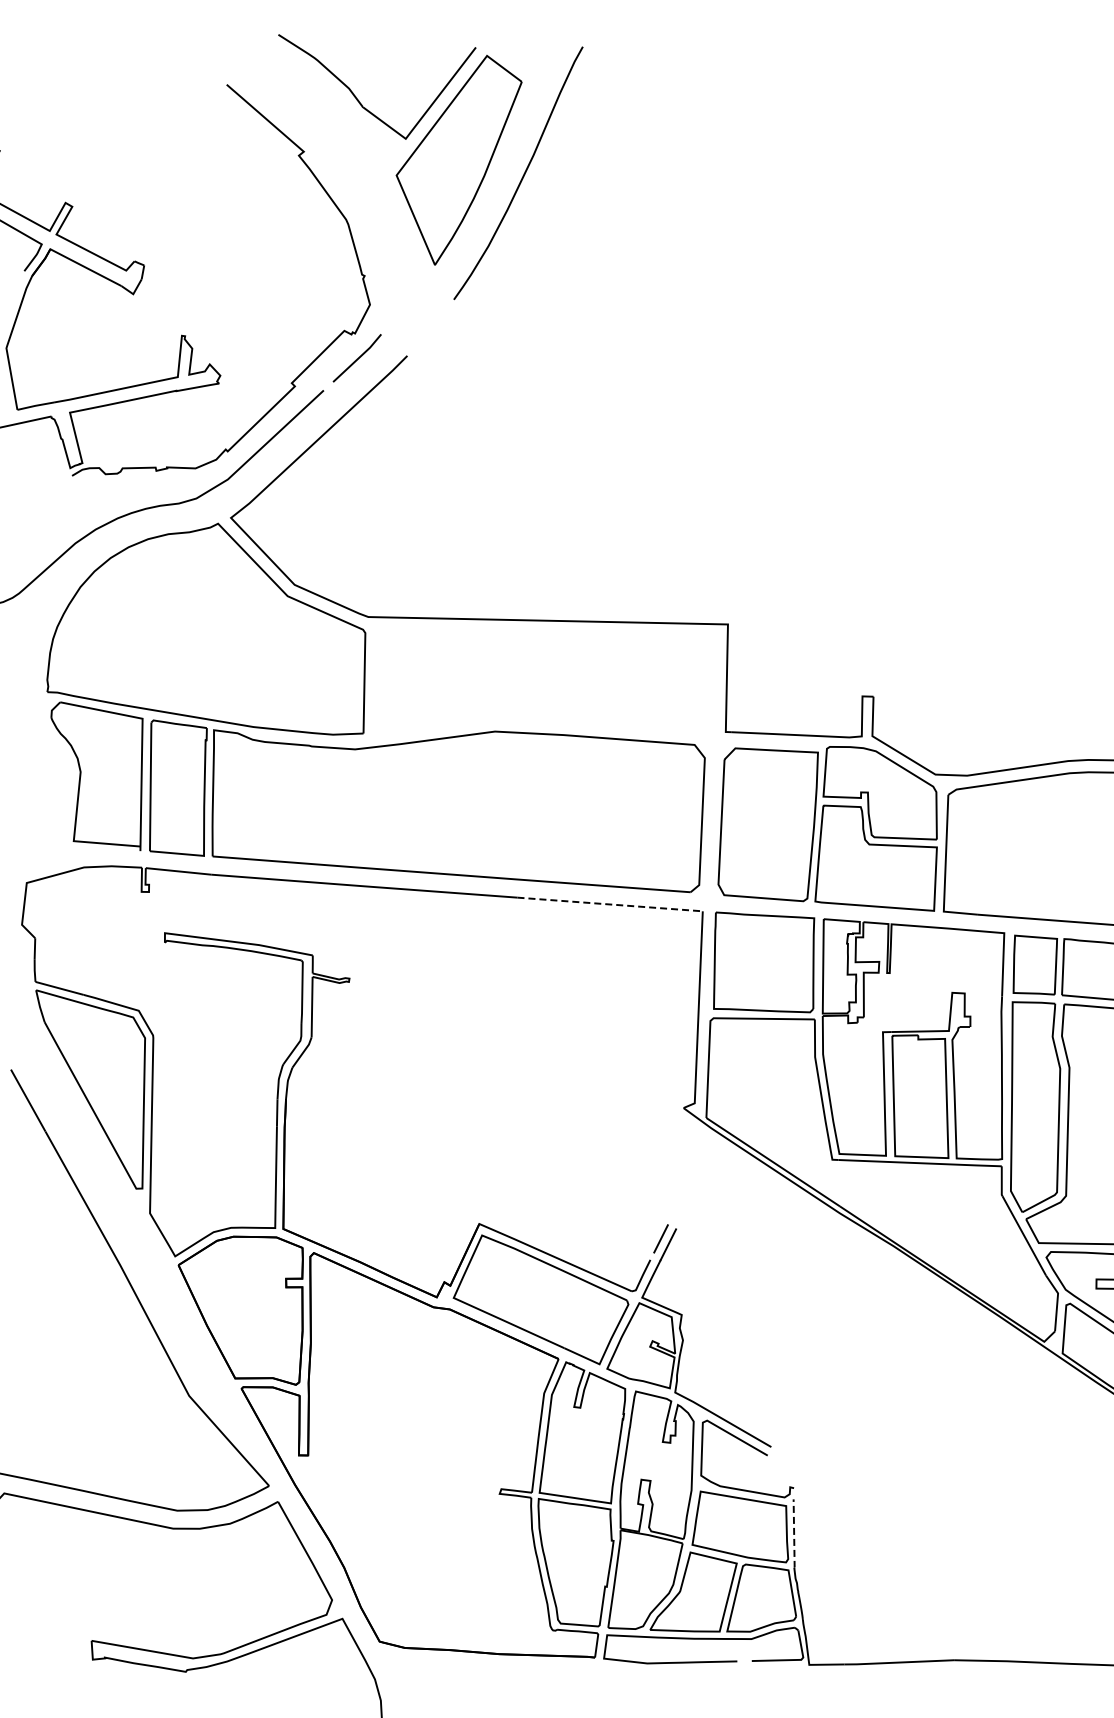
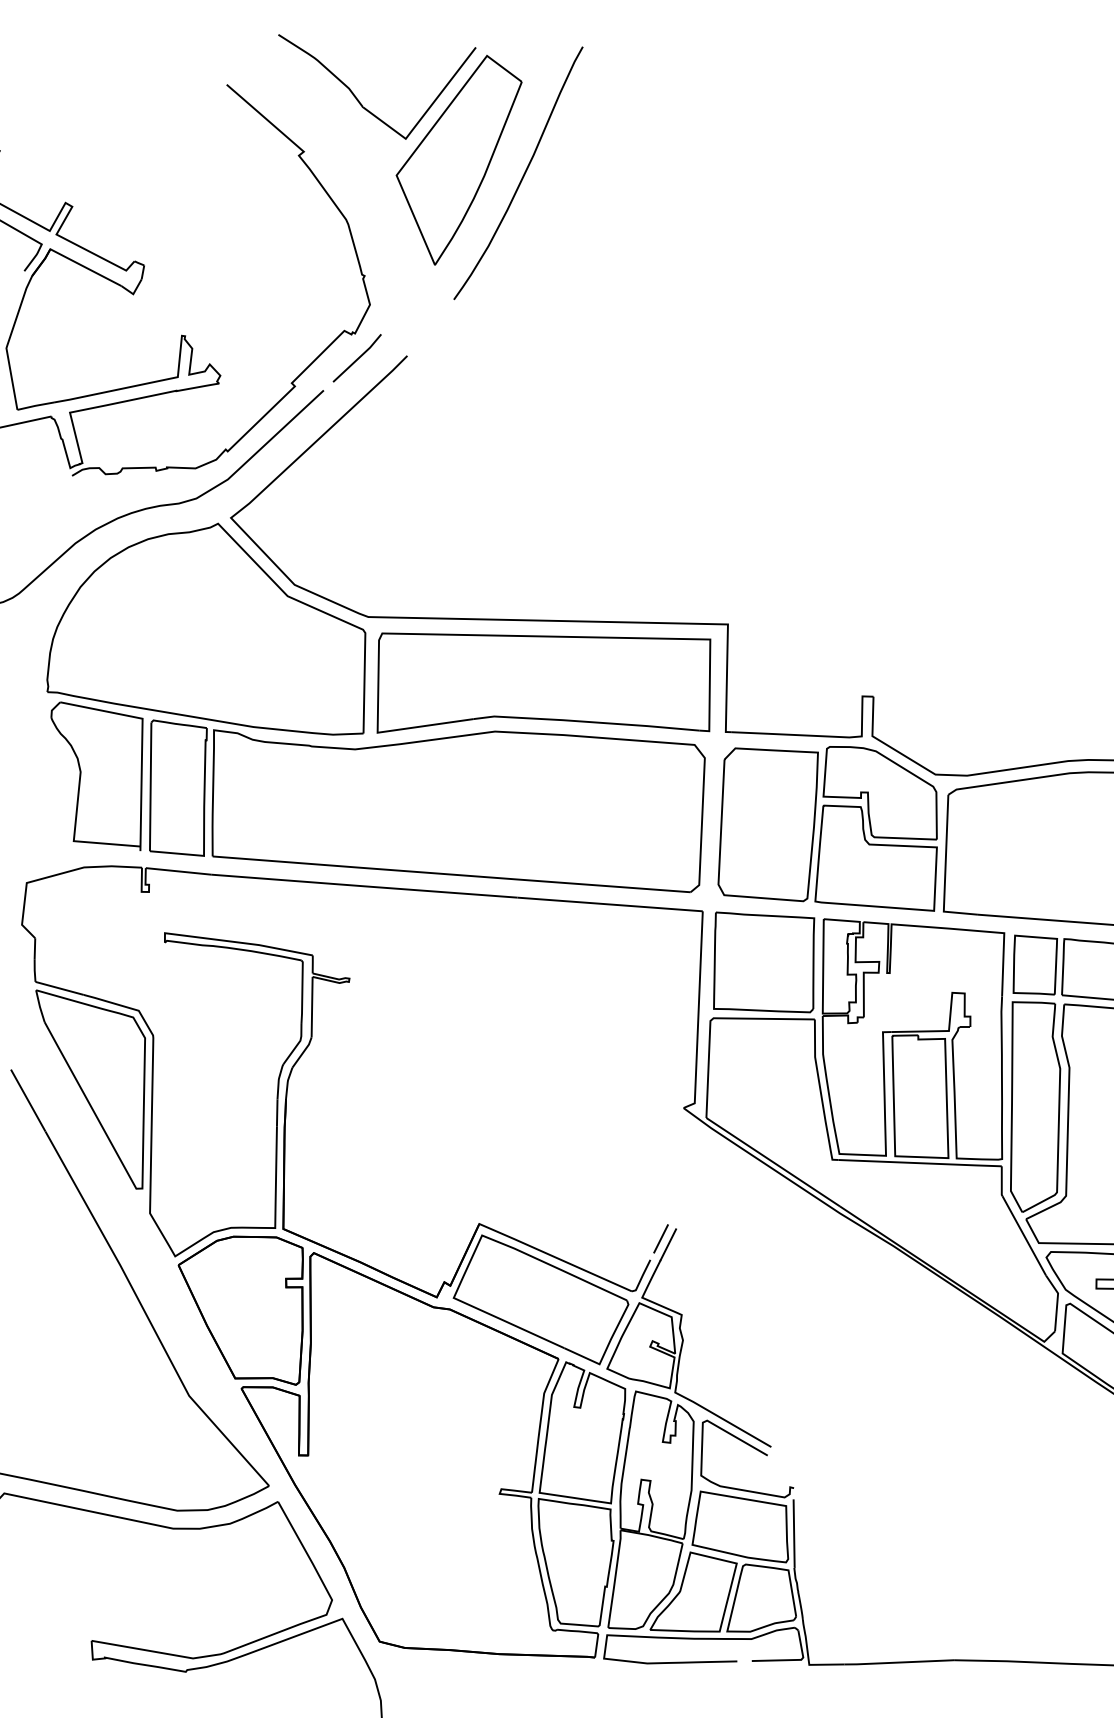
part at (543, 682): none -> present
line at (610, 904): dashed -> solid
line at (794, 1533): dashed -> solid
